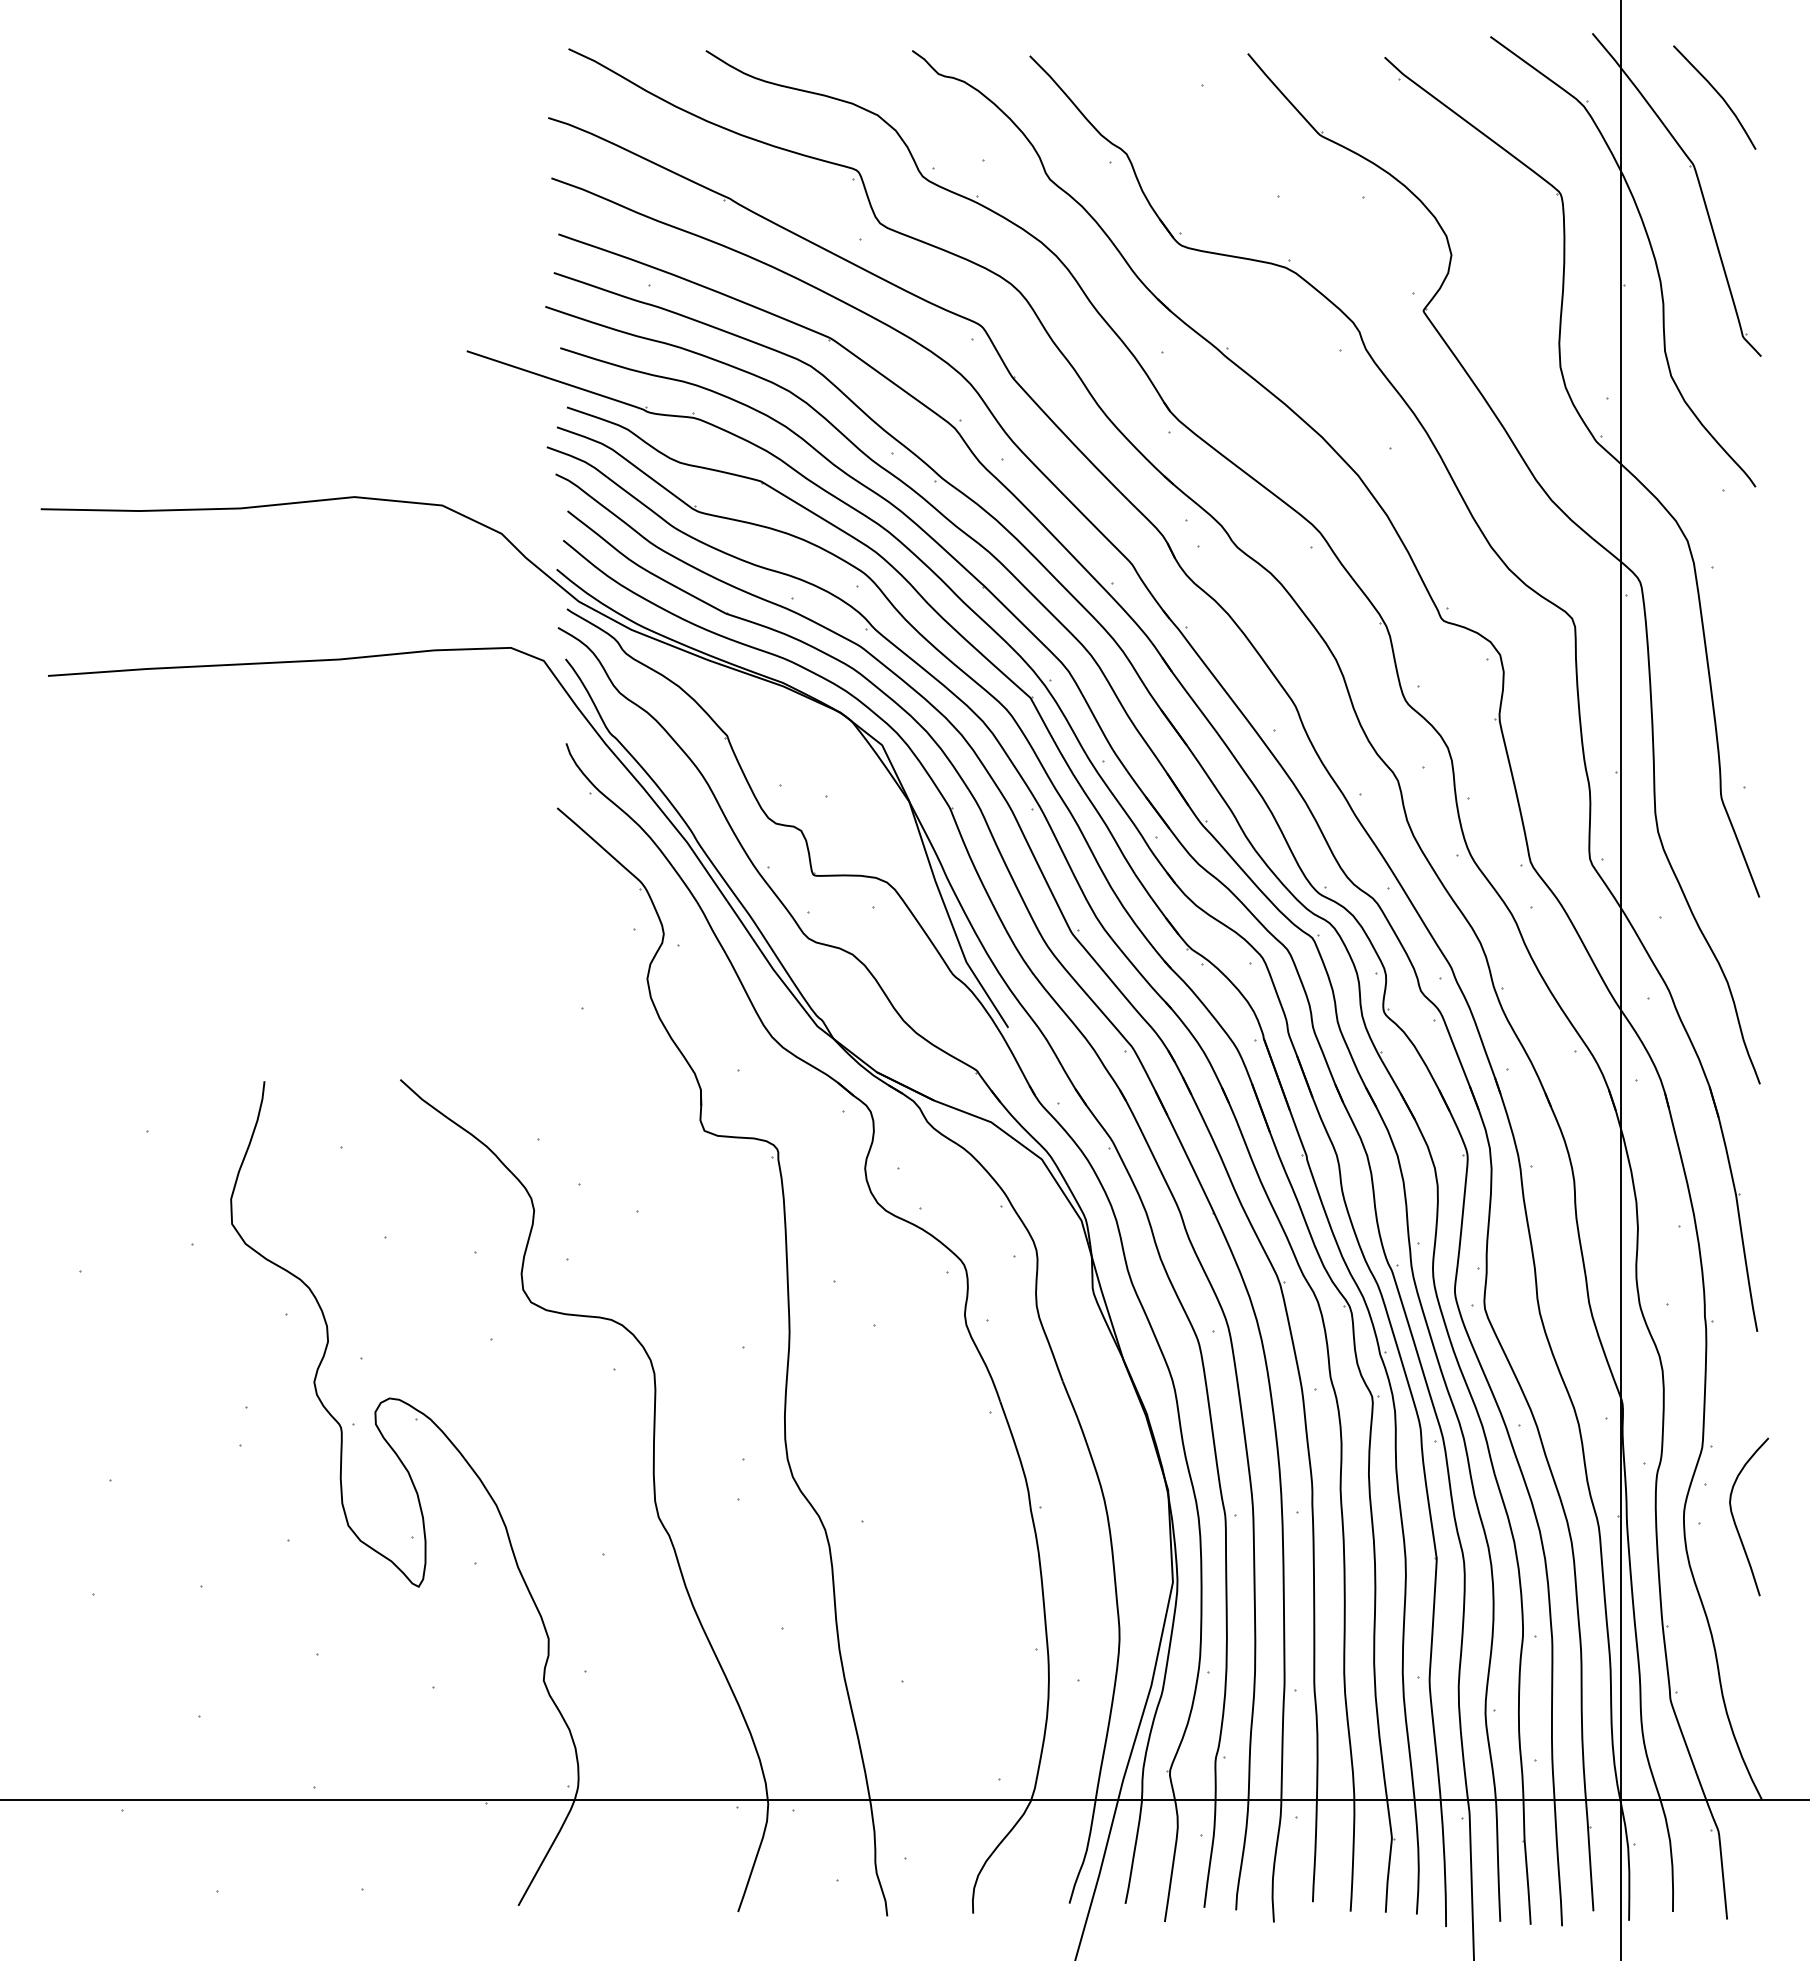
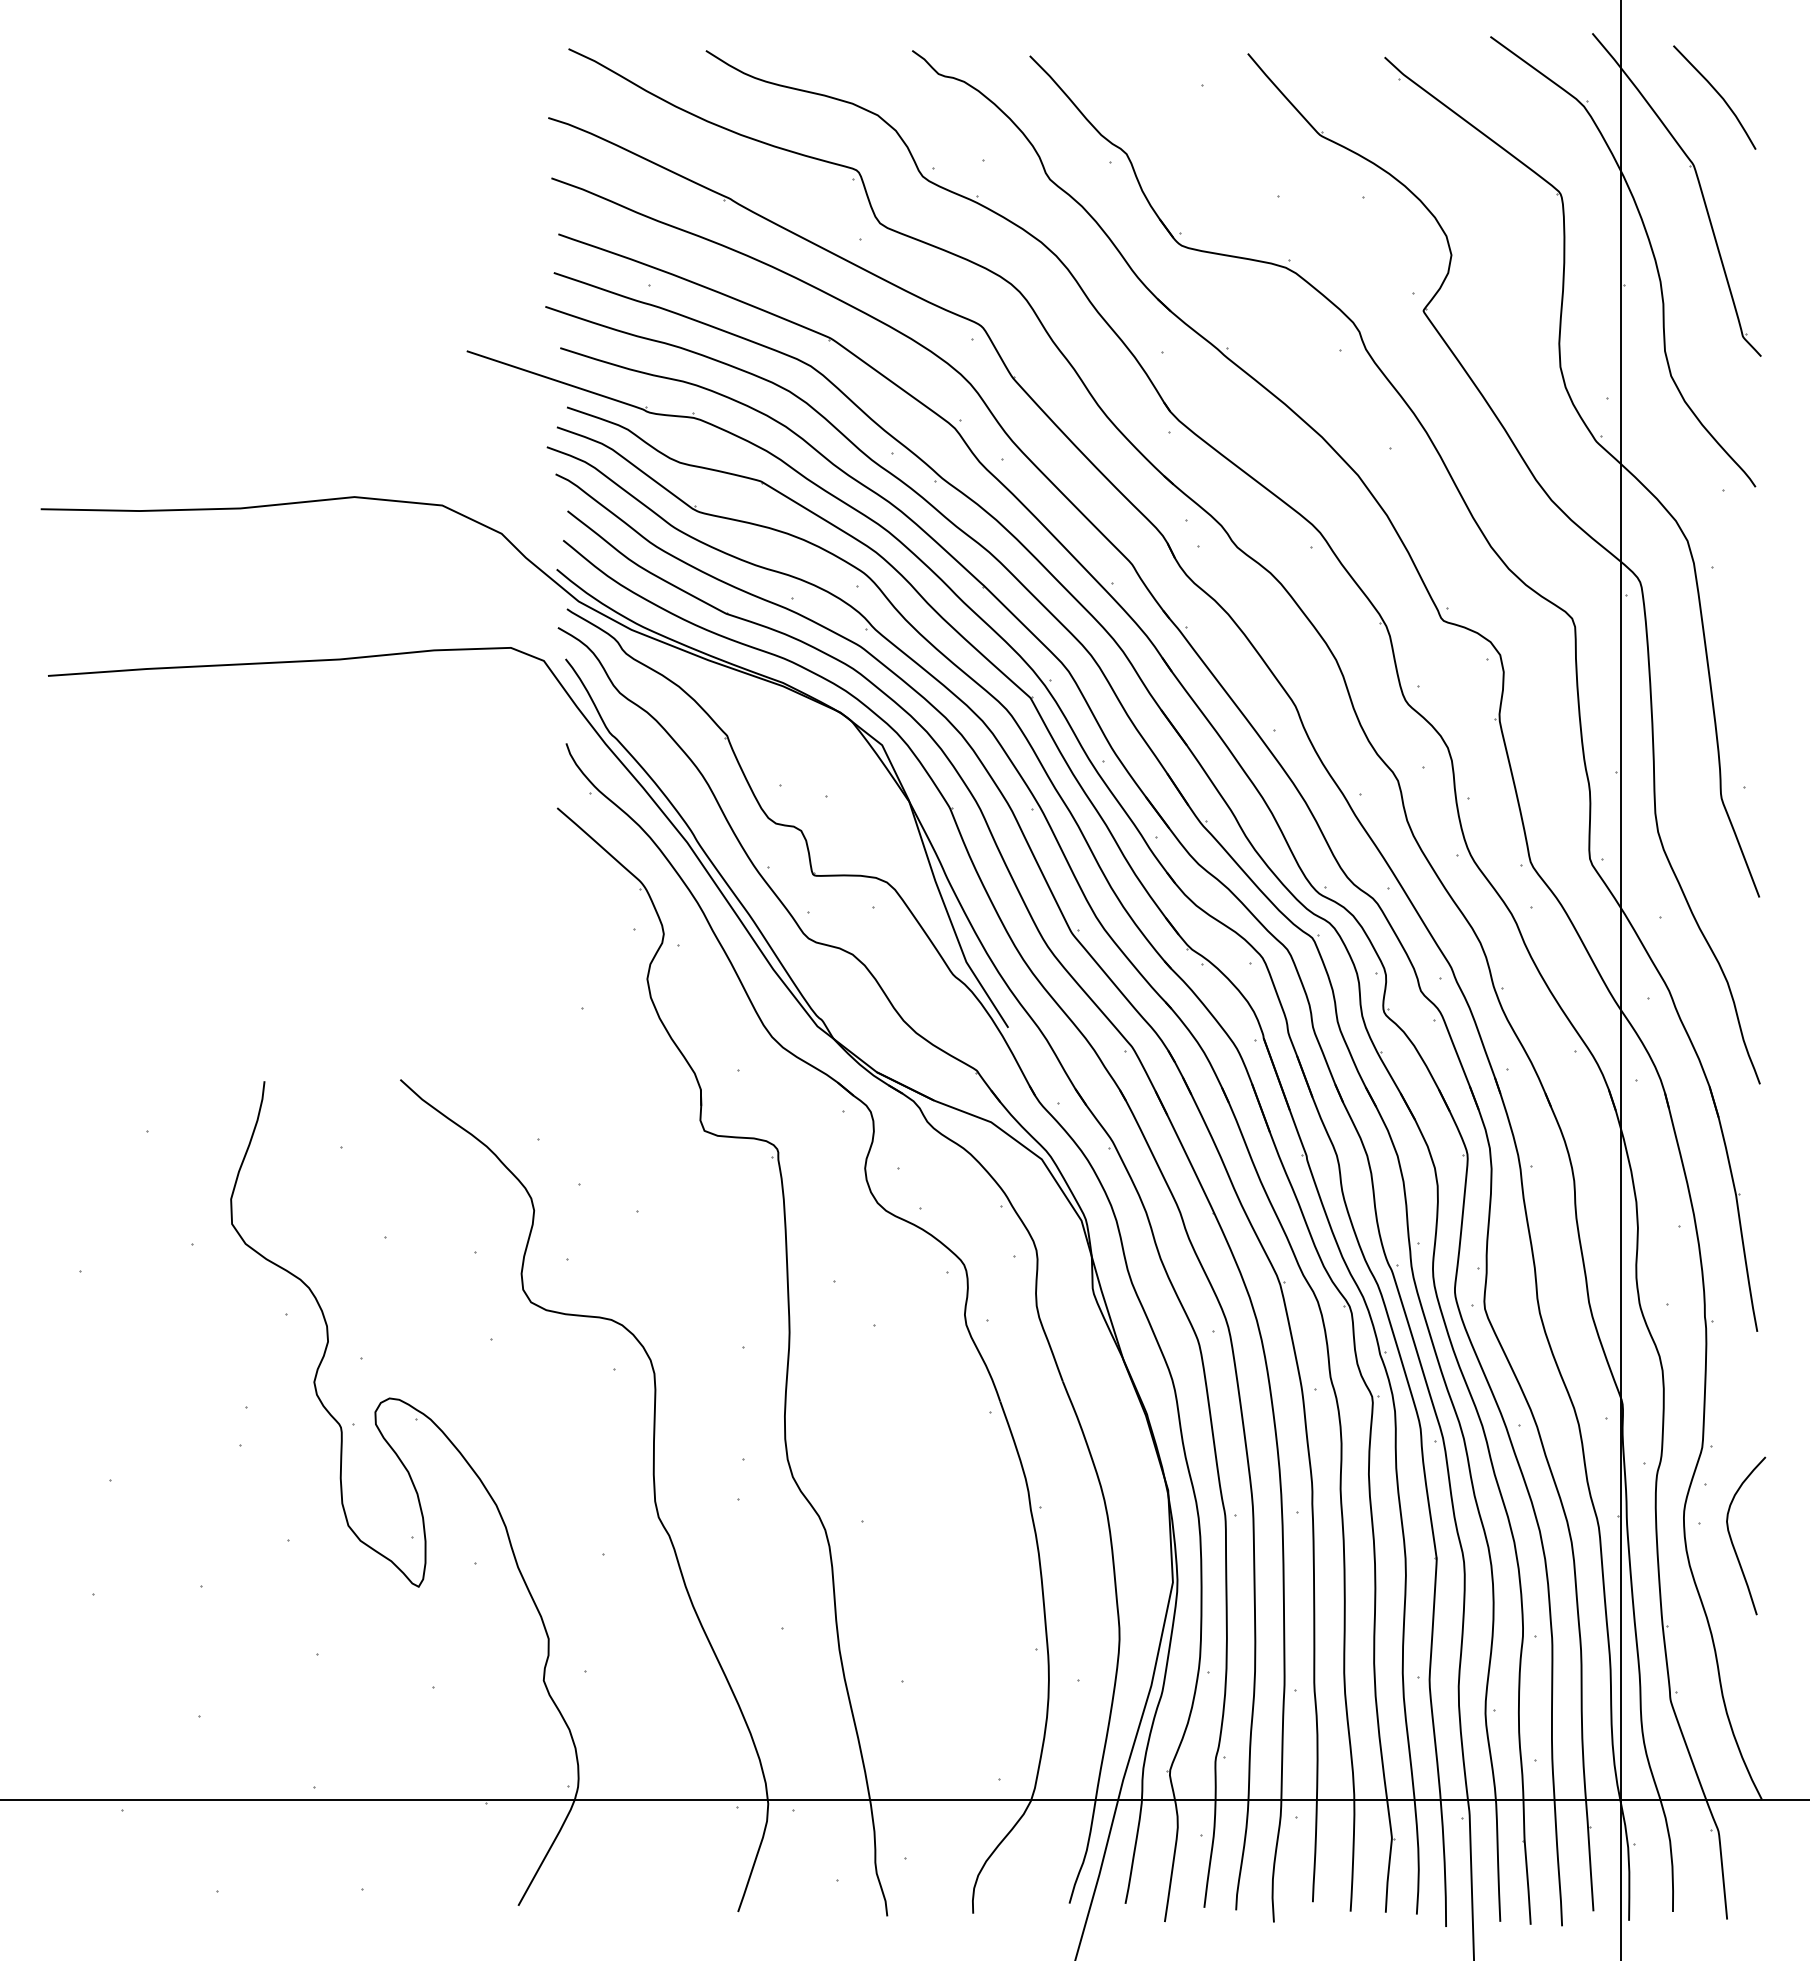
curve at (1735, 1521) position: (1735, 1521) -> (1732, 1540)
